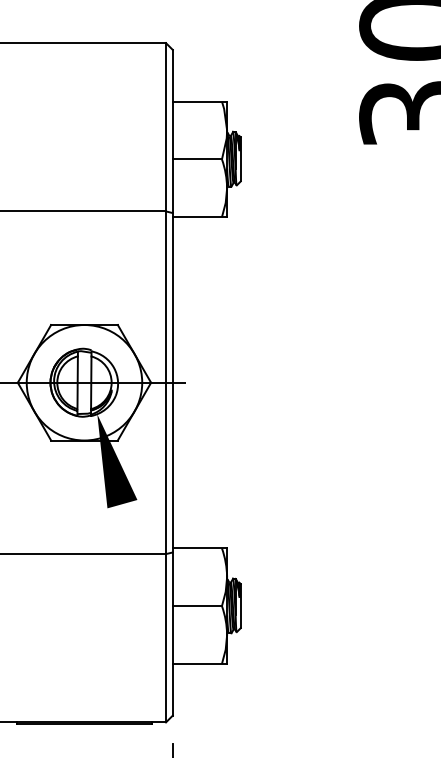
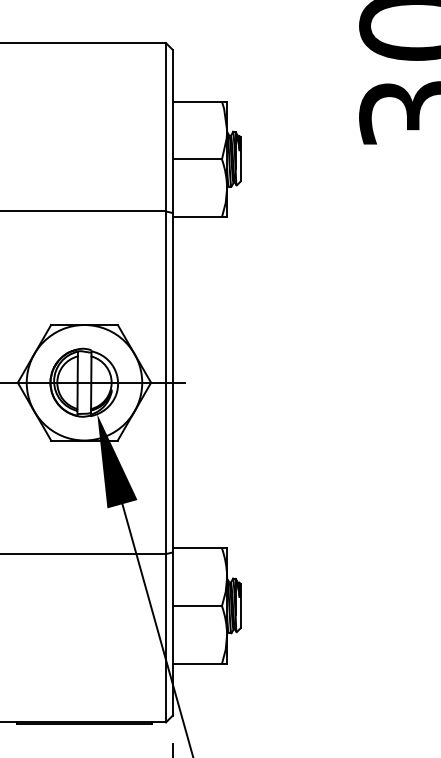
line at (157, 629): none -> present
